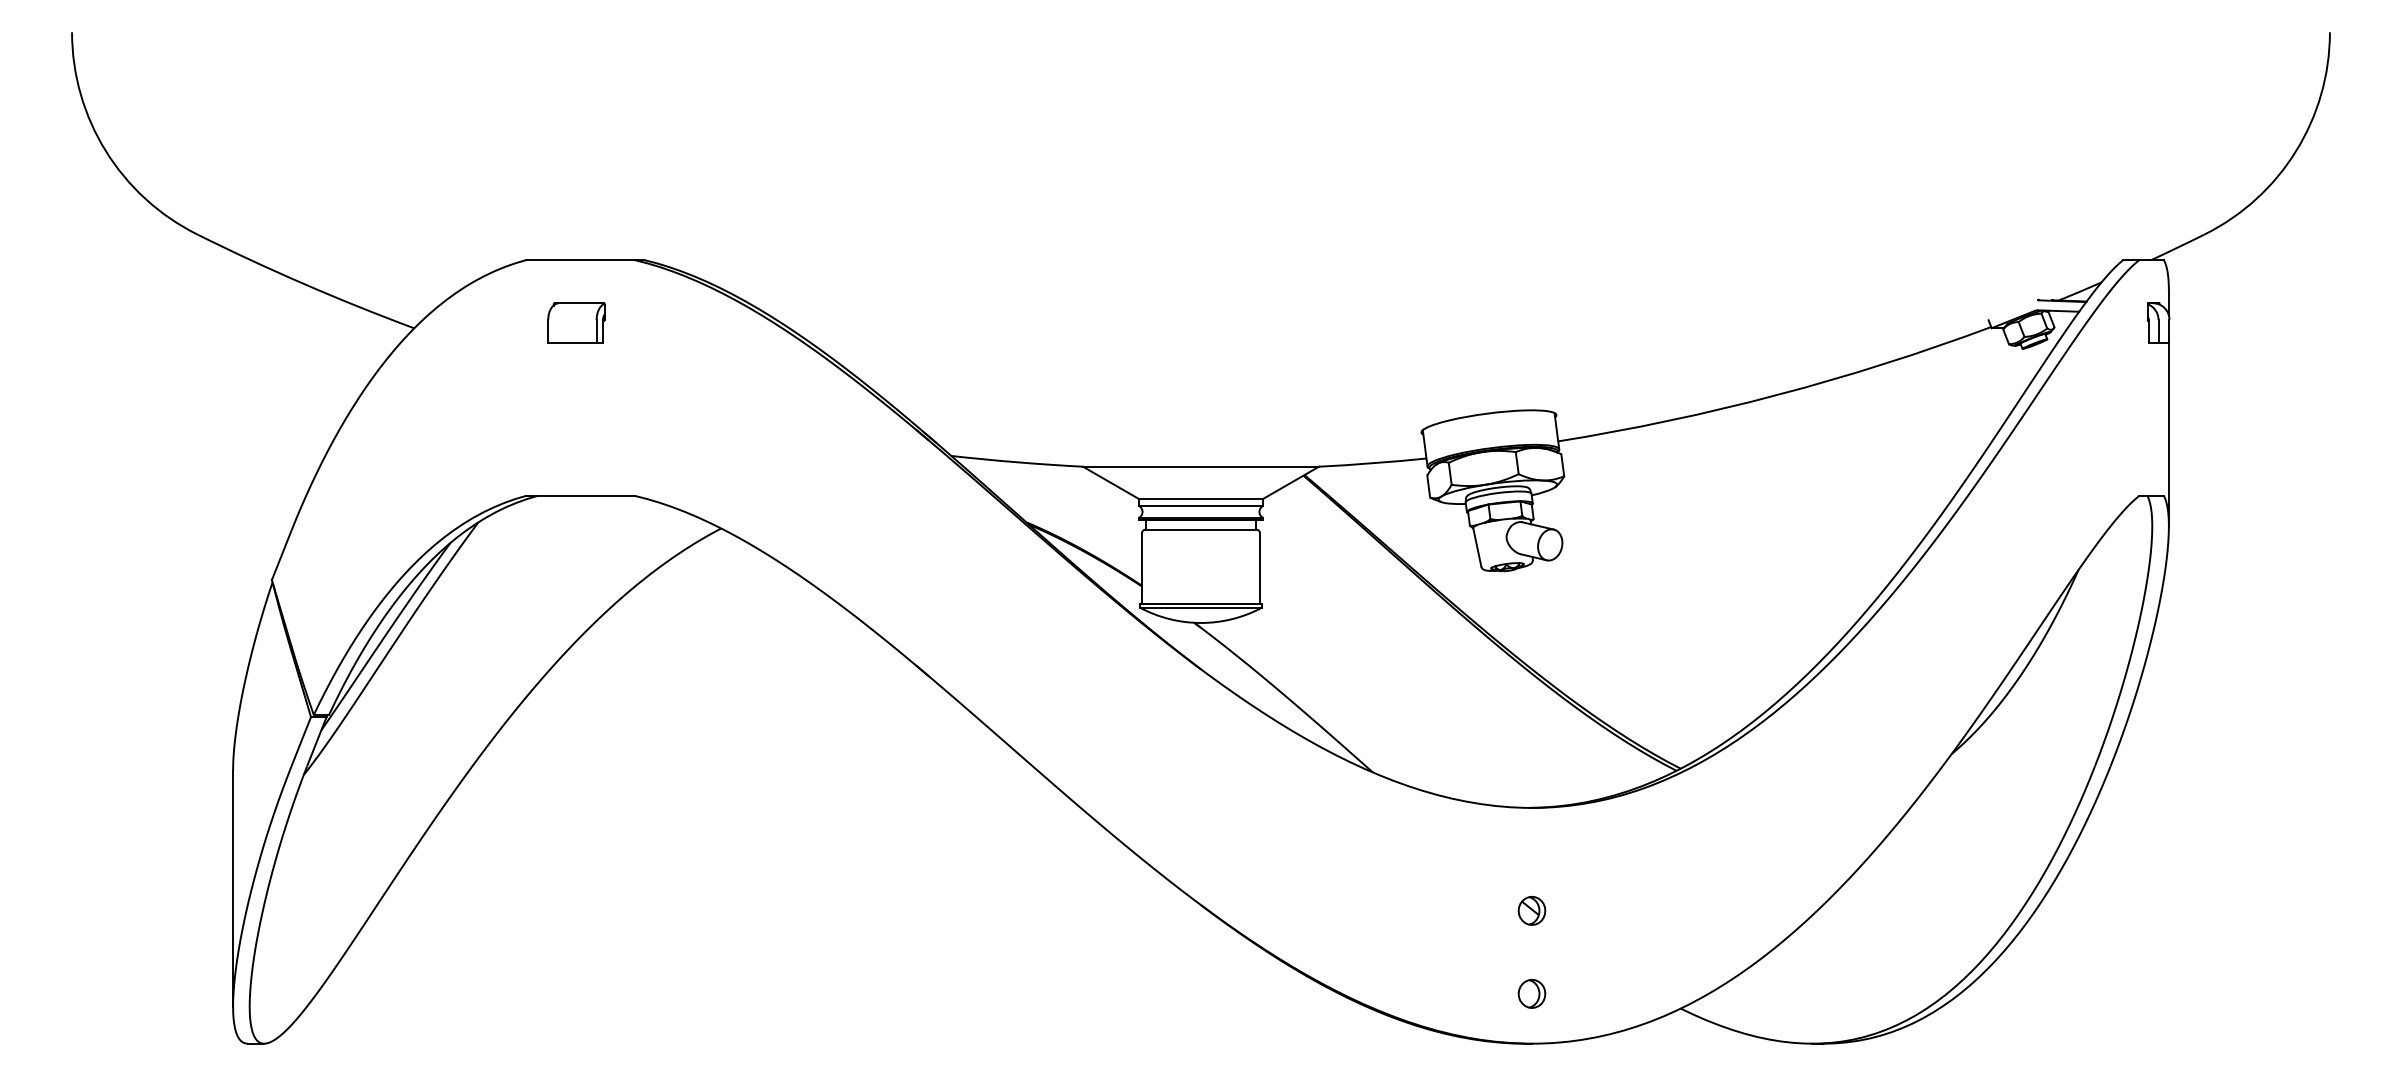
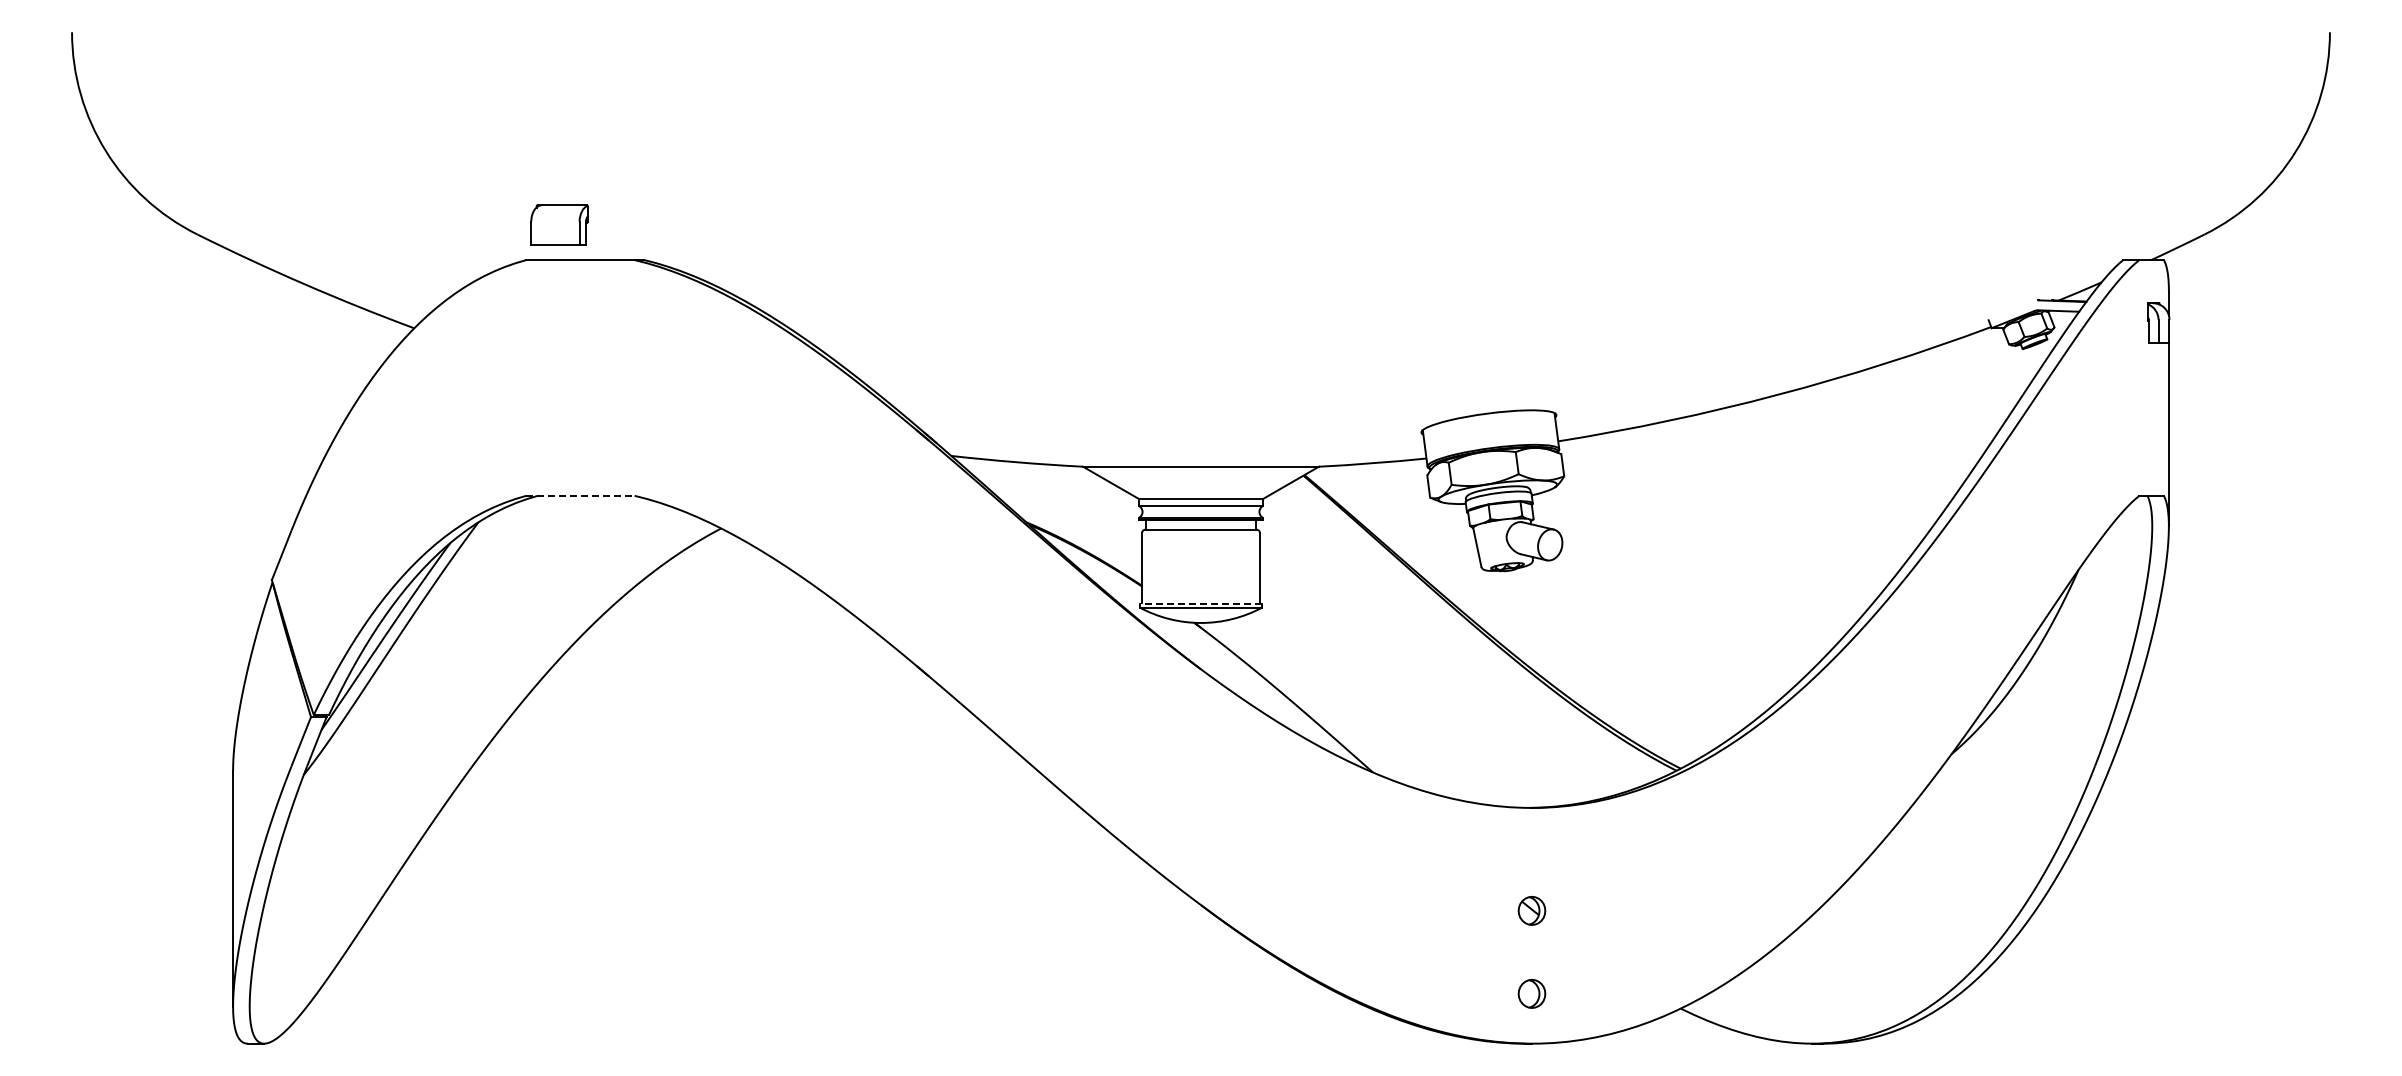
part at (576, 322) position: (576, 322) -> (559, 224)
line at (581, 495): solid -> dashed
line at (1200, 603): solid -> dashed
